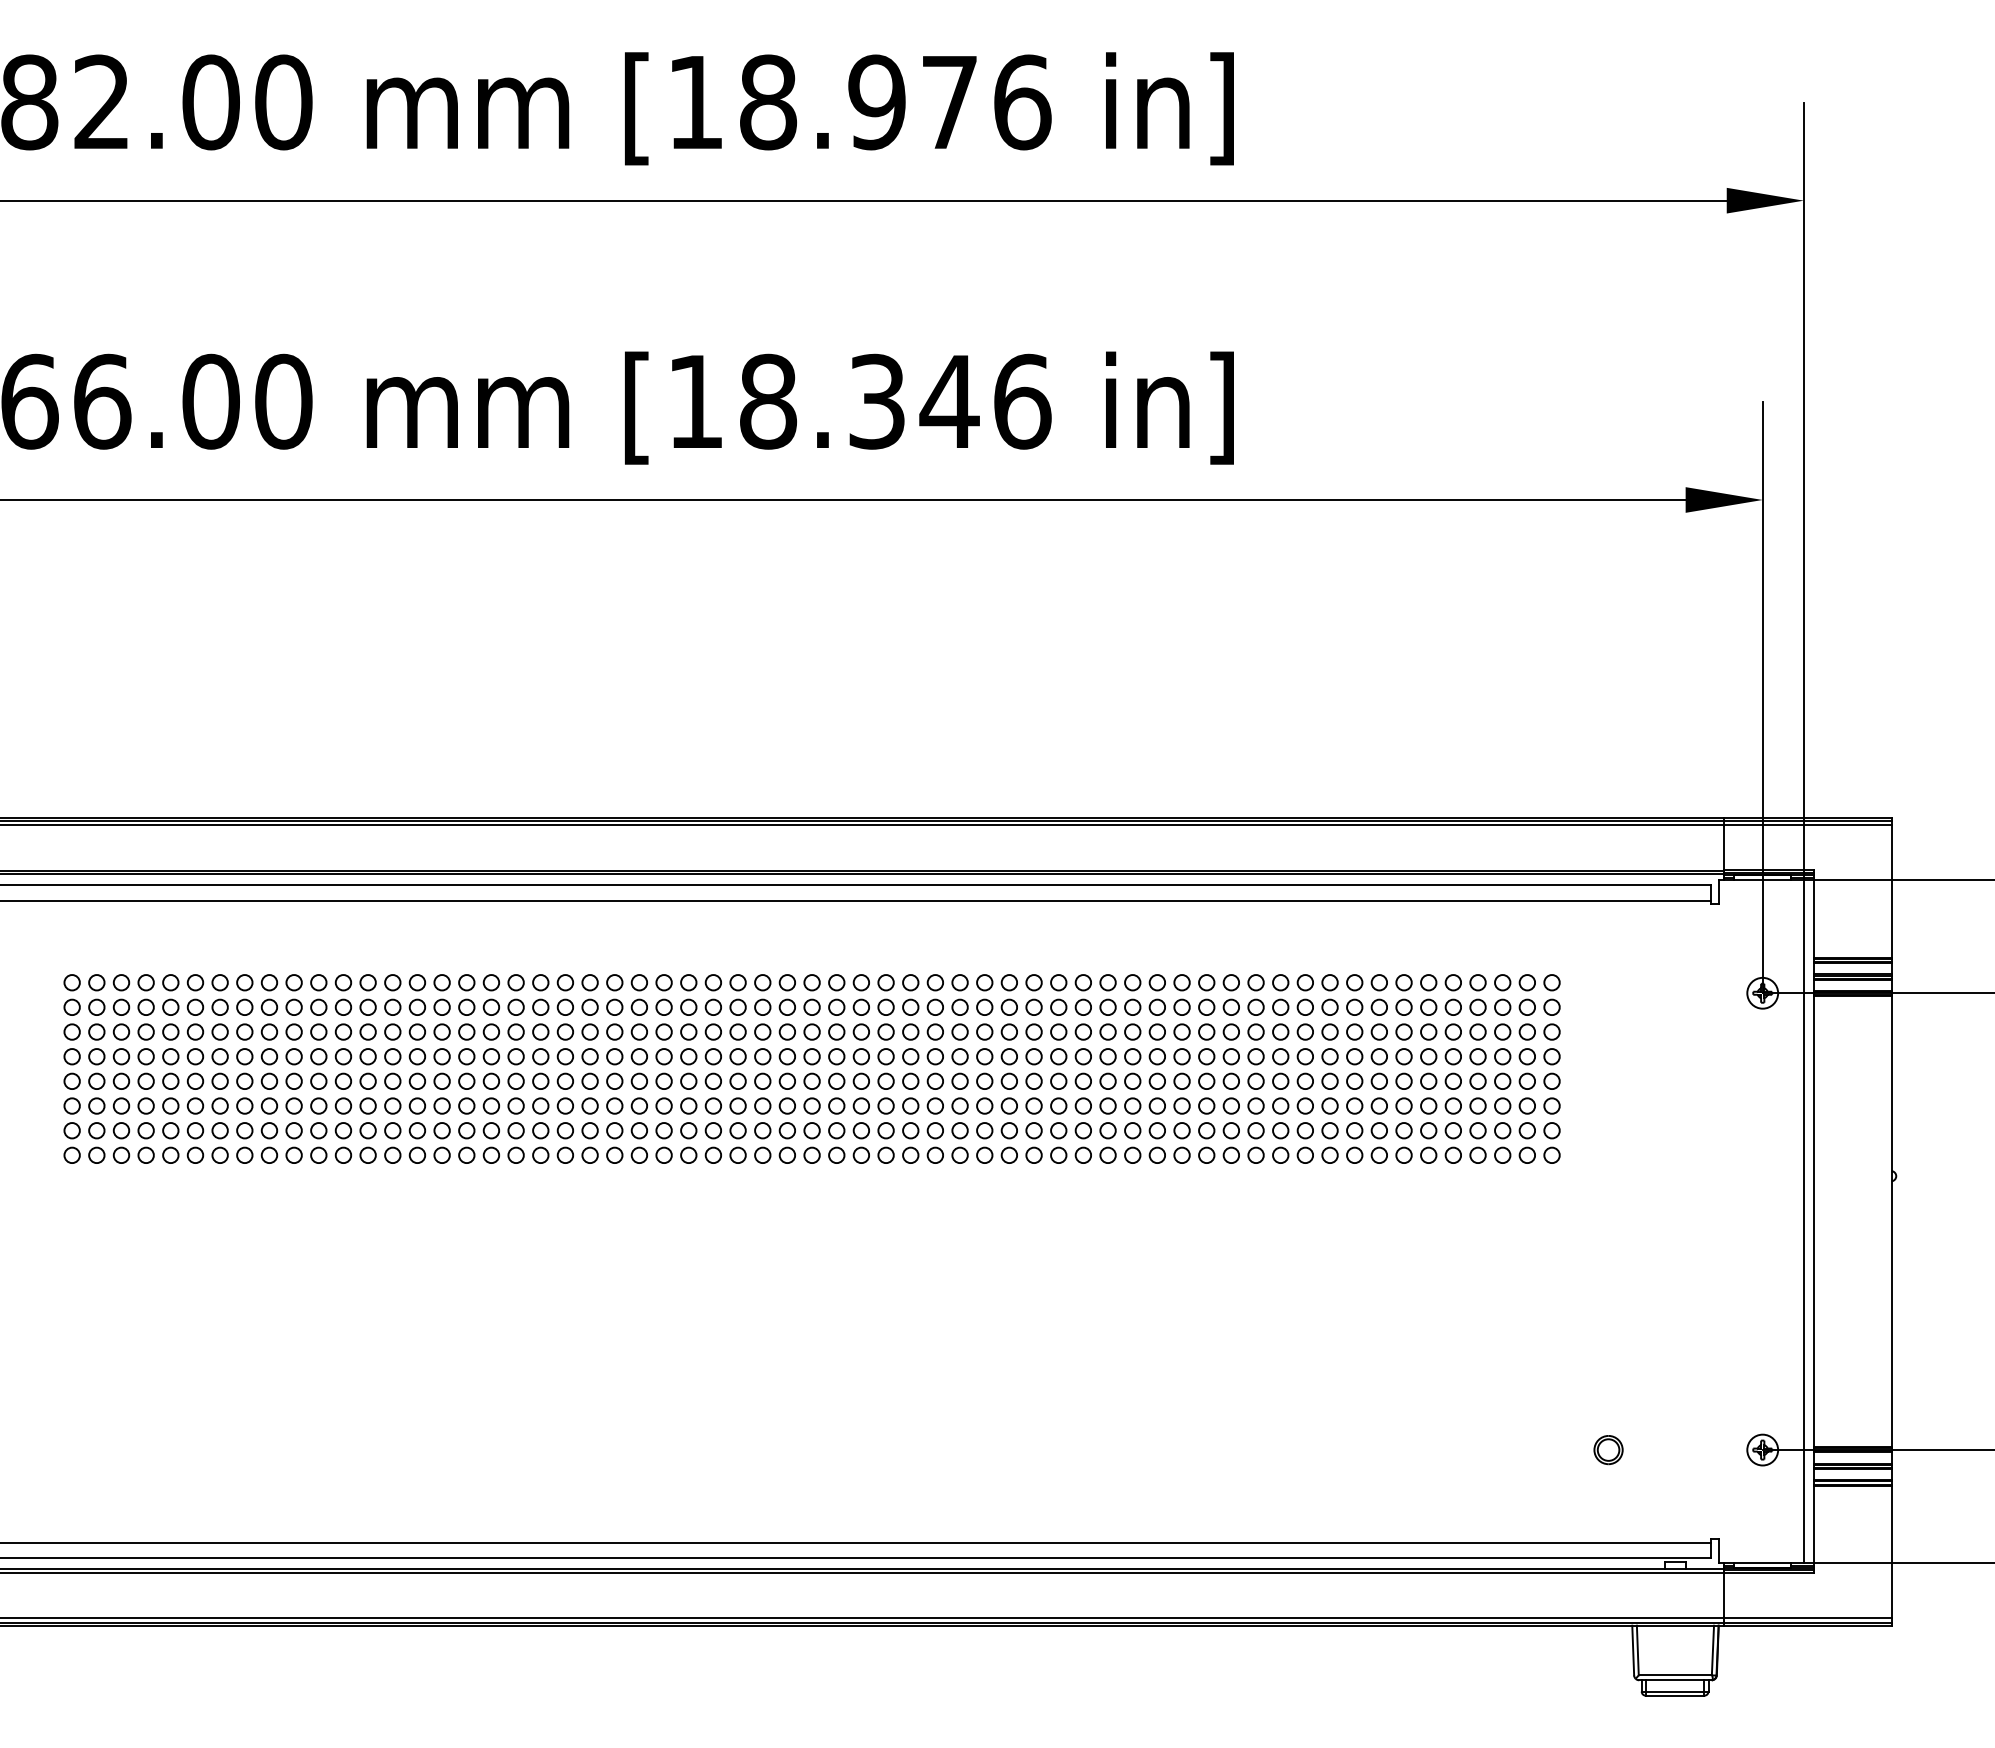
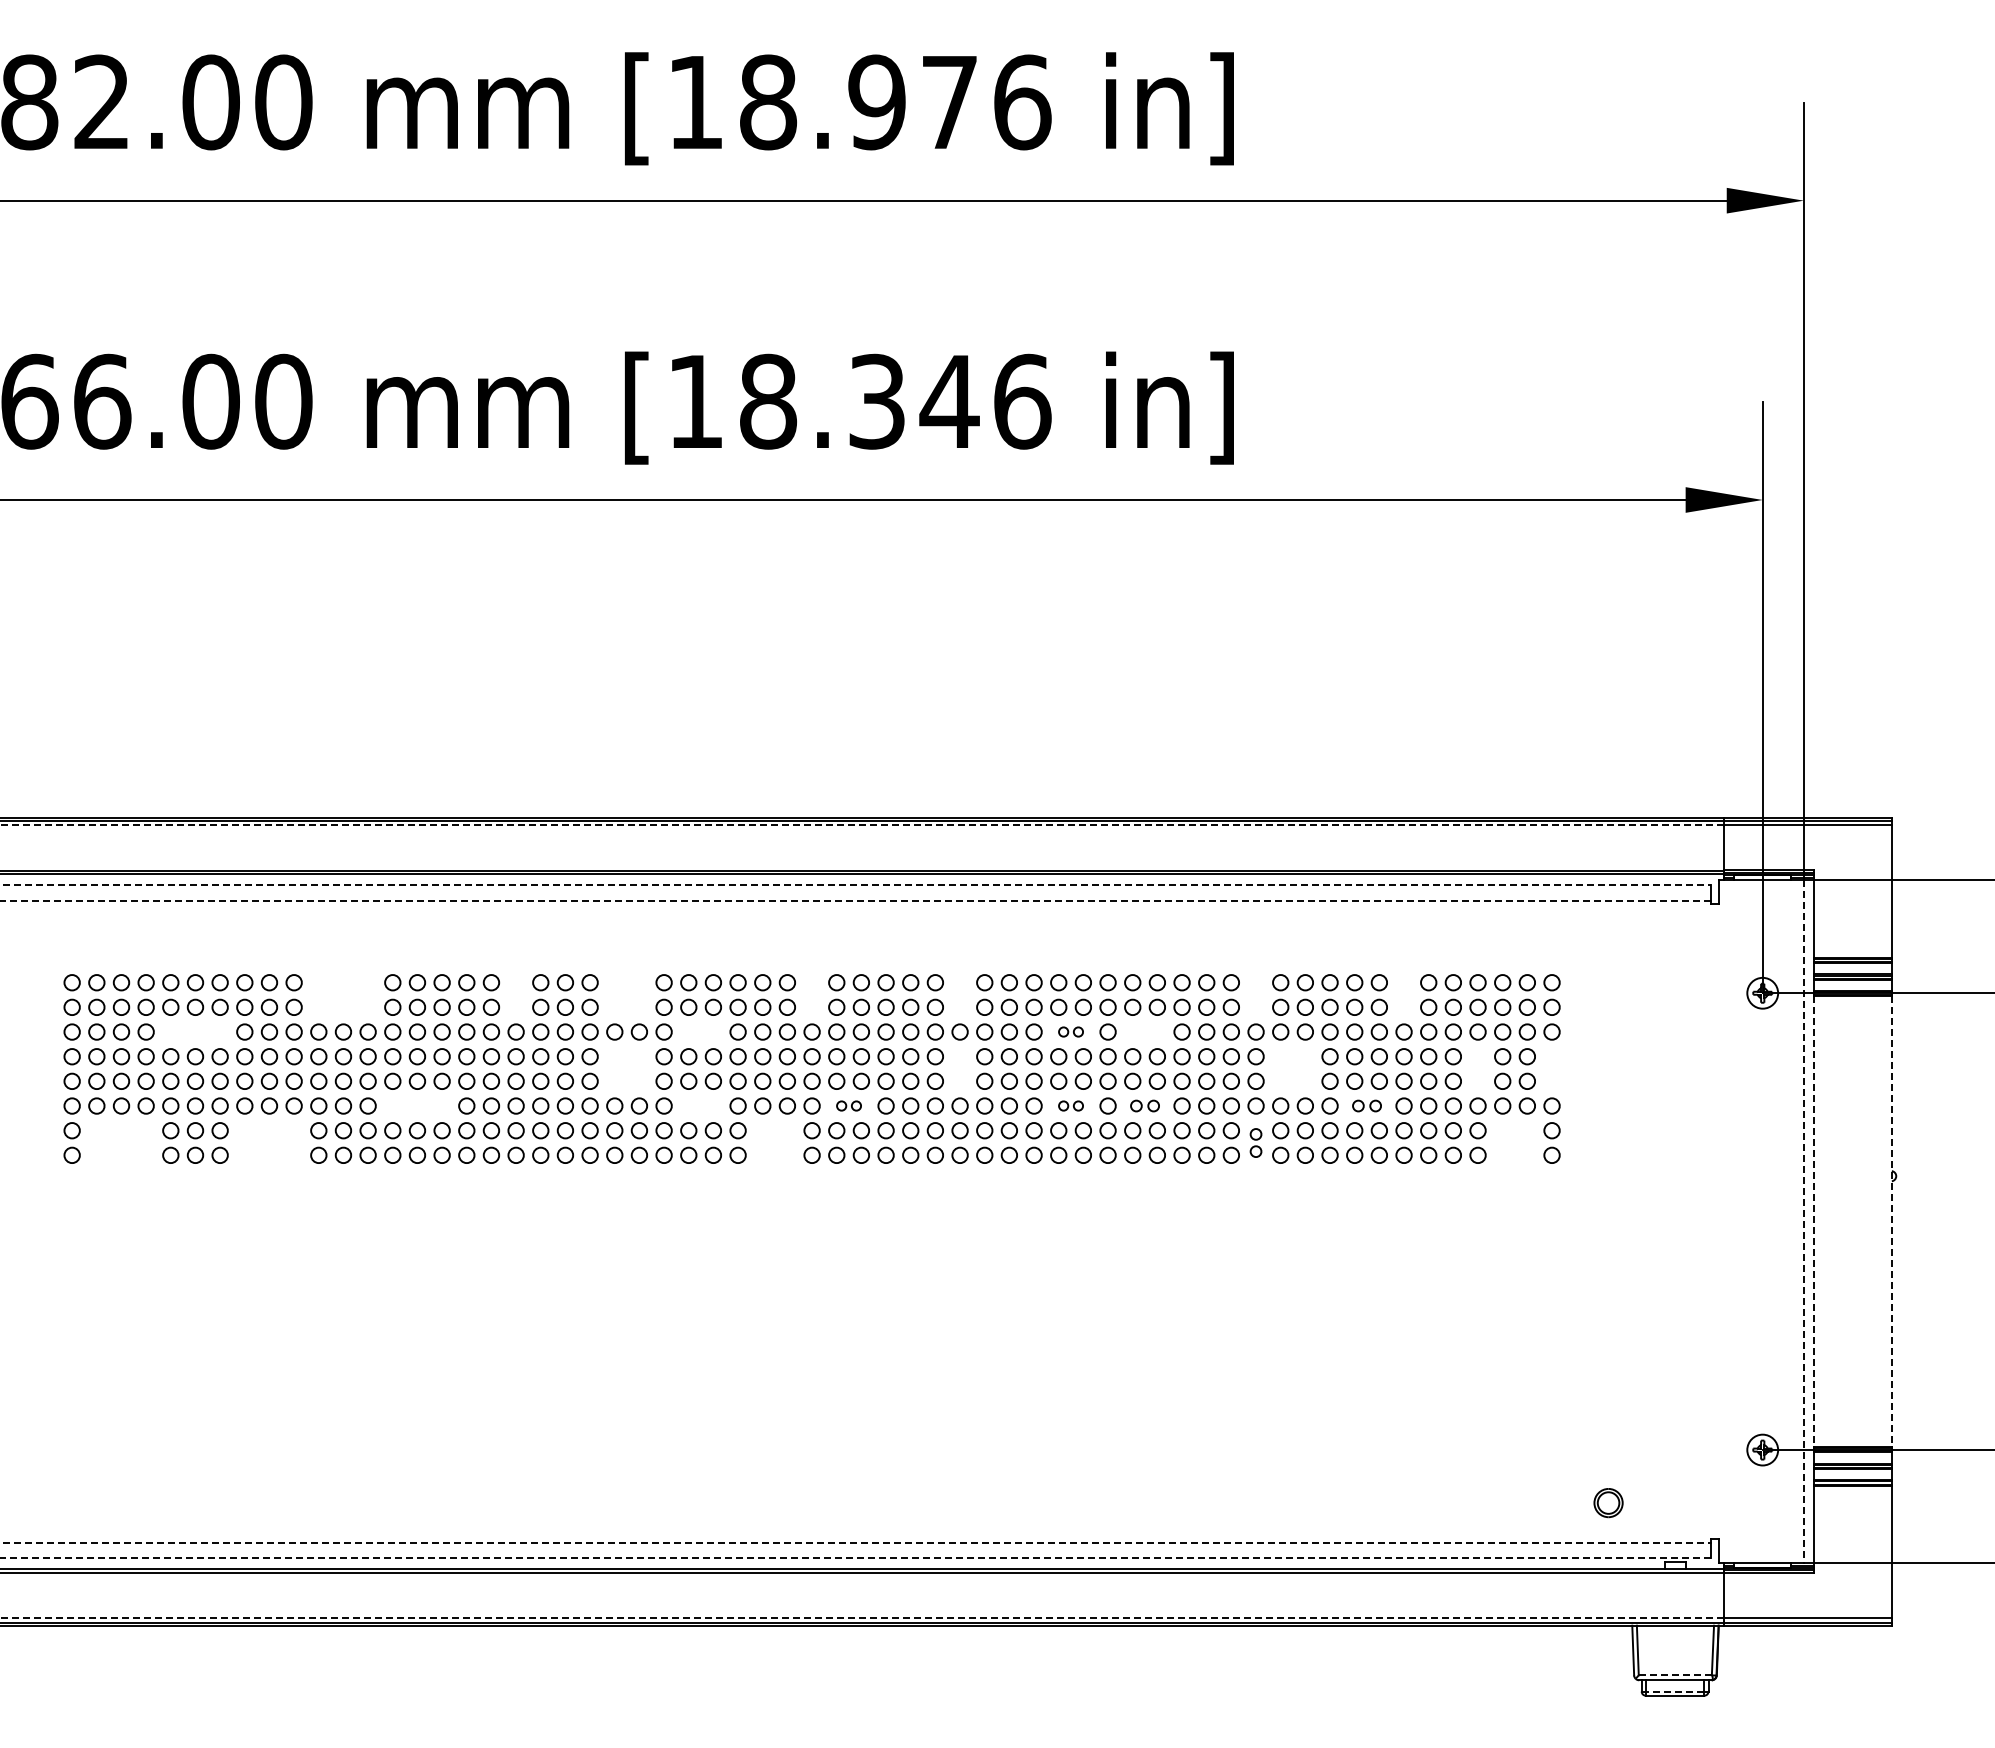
line at (862, 825): solid -> dashed
line at (856, 885): solid -> dashed
line at (855, 900): solid -> dashed
part at (621, 988): present -> none
part at (343, 994): present -> none
part at (515, 994): present -> none
part at (811, 994): present -> none
part at (959, 994): present -> none
part at (1255, 994): present -> none
part at (1403, 994): present -> none
part at (195, 1031): present -> none
part at (700, 1031): present -> none
part at (1070, 1031) size: 42x18 px -> 26x12 px
part at (1144, 1031): present -> none
part at (621, 1062): present -> none
part at (1287, 1062): present -> none
part at (959, 1068): present -> none
part at (1477, 1068): present -> none
part at (1551, 1068): present -> none
part at (417, 1105): present -> none
part at (700, 1105): present -> none
part at (848, 1105) size: 42x18 px -> 26x12 px
part at (1070, 1105) size: 42x18 px -> 26x12 px
part at (1144, 1105) size: 42x18 px -> 30x14 px
part at (1366, 1105) size: 42x18 px -> 30x14 px
part at (769, 1136): present -> none
part at (1509, 1136): present -> none
part at (121, 1142): present -> none
part at (269, 1142): present -> none
part at (1255, 1142) size: 18x42 px -> 14x30 px
line at (1803, 1221): solid -> dashed
line at (1813, 1222): solid -> dashed
line at (1891, 1222): solid -> dashed
part at (1608, 1450) position: (1608, 1450) -> (1608, 1503)
line at (856, 1542): solid -> dashed
line at (855, 1558): solid -> dashed
line at (862, 1617): solid -> dashed
line at (1675, 1675): solid -> dashed
line at (1674, 1691): solid -> dashed
